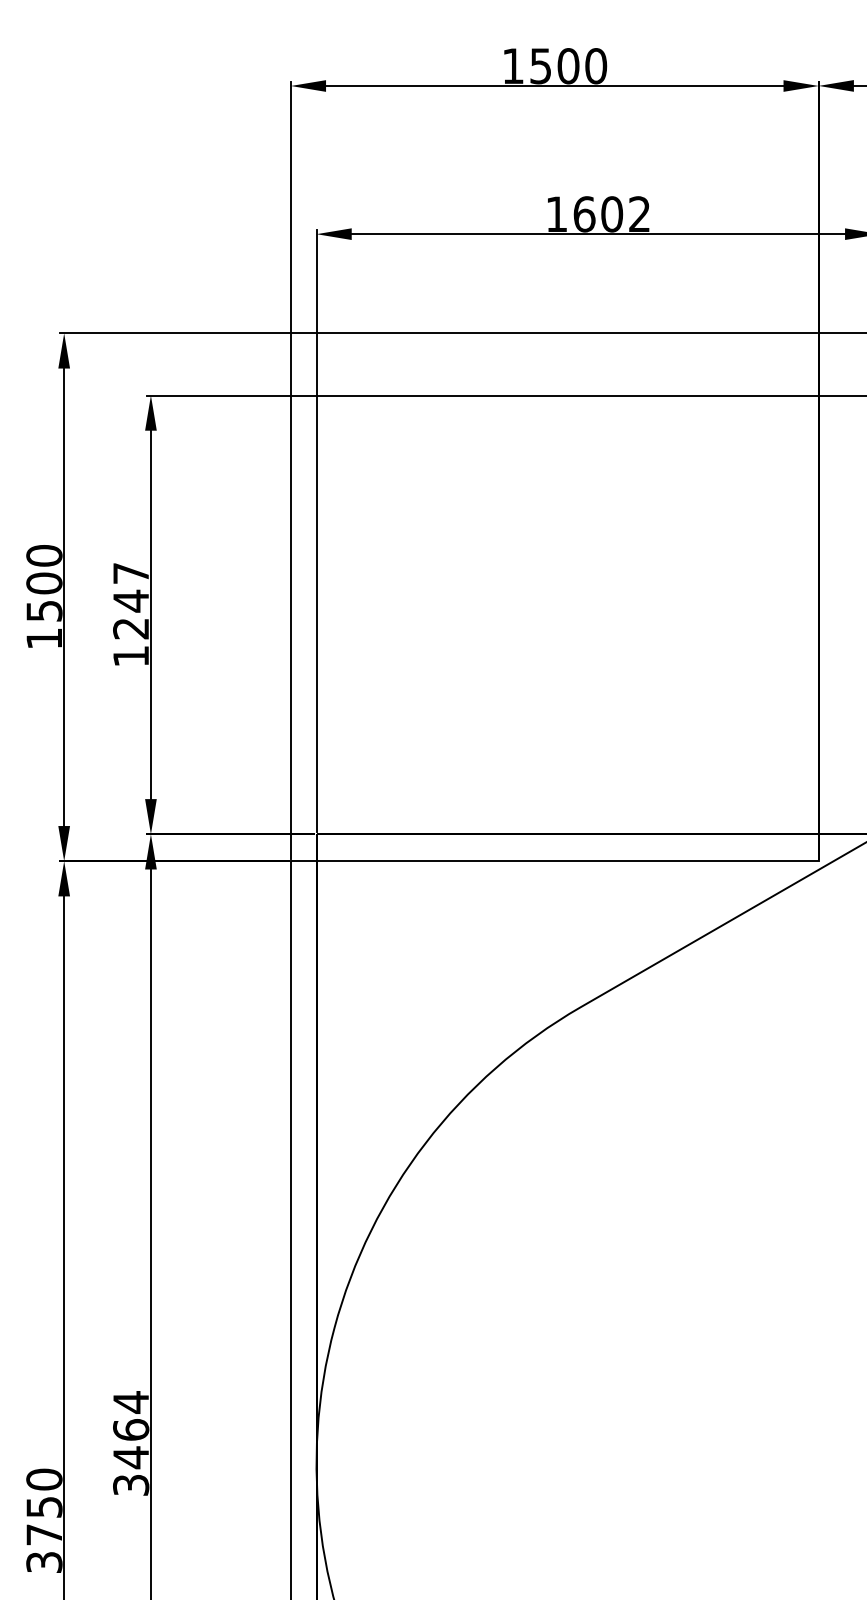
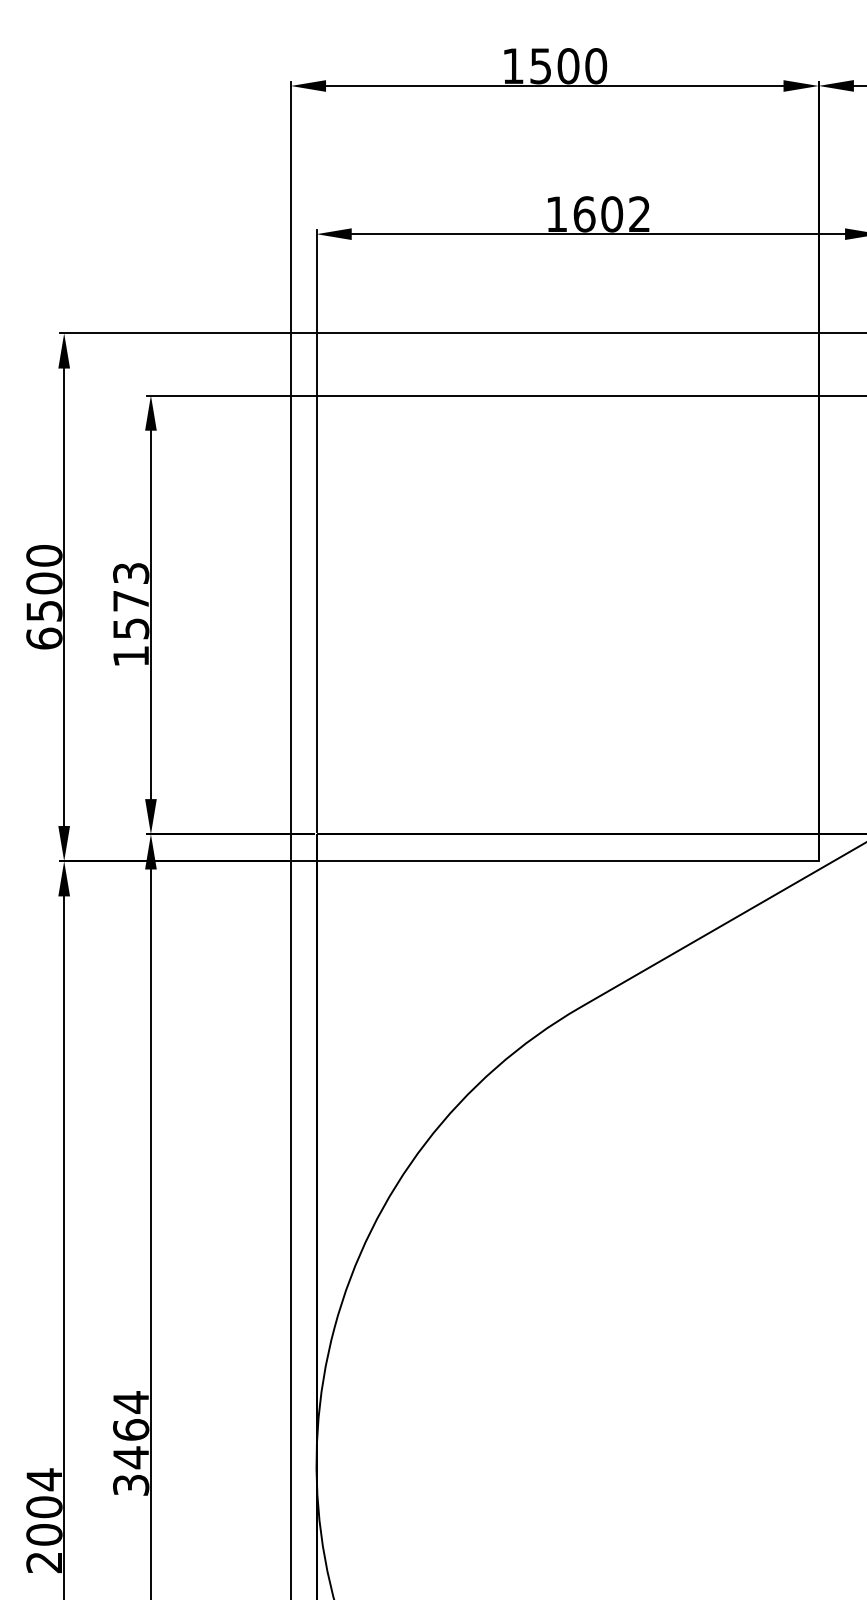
text at (131, 601): 1247 -> 1573
text at (44, 638): 1500 -> 6500
text at (44, 1520): 3750 -> 2004
